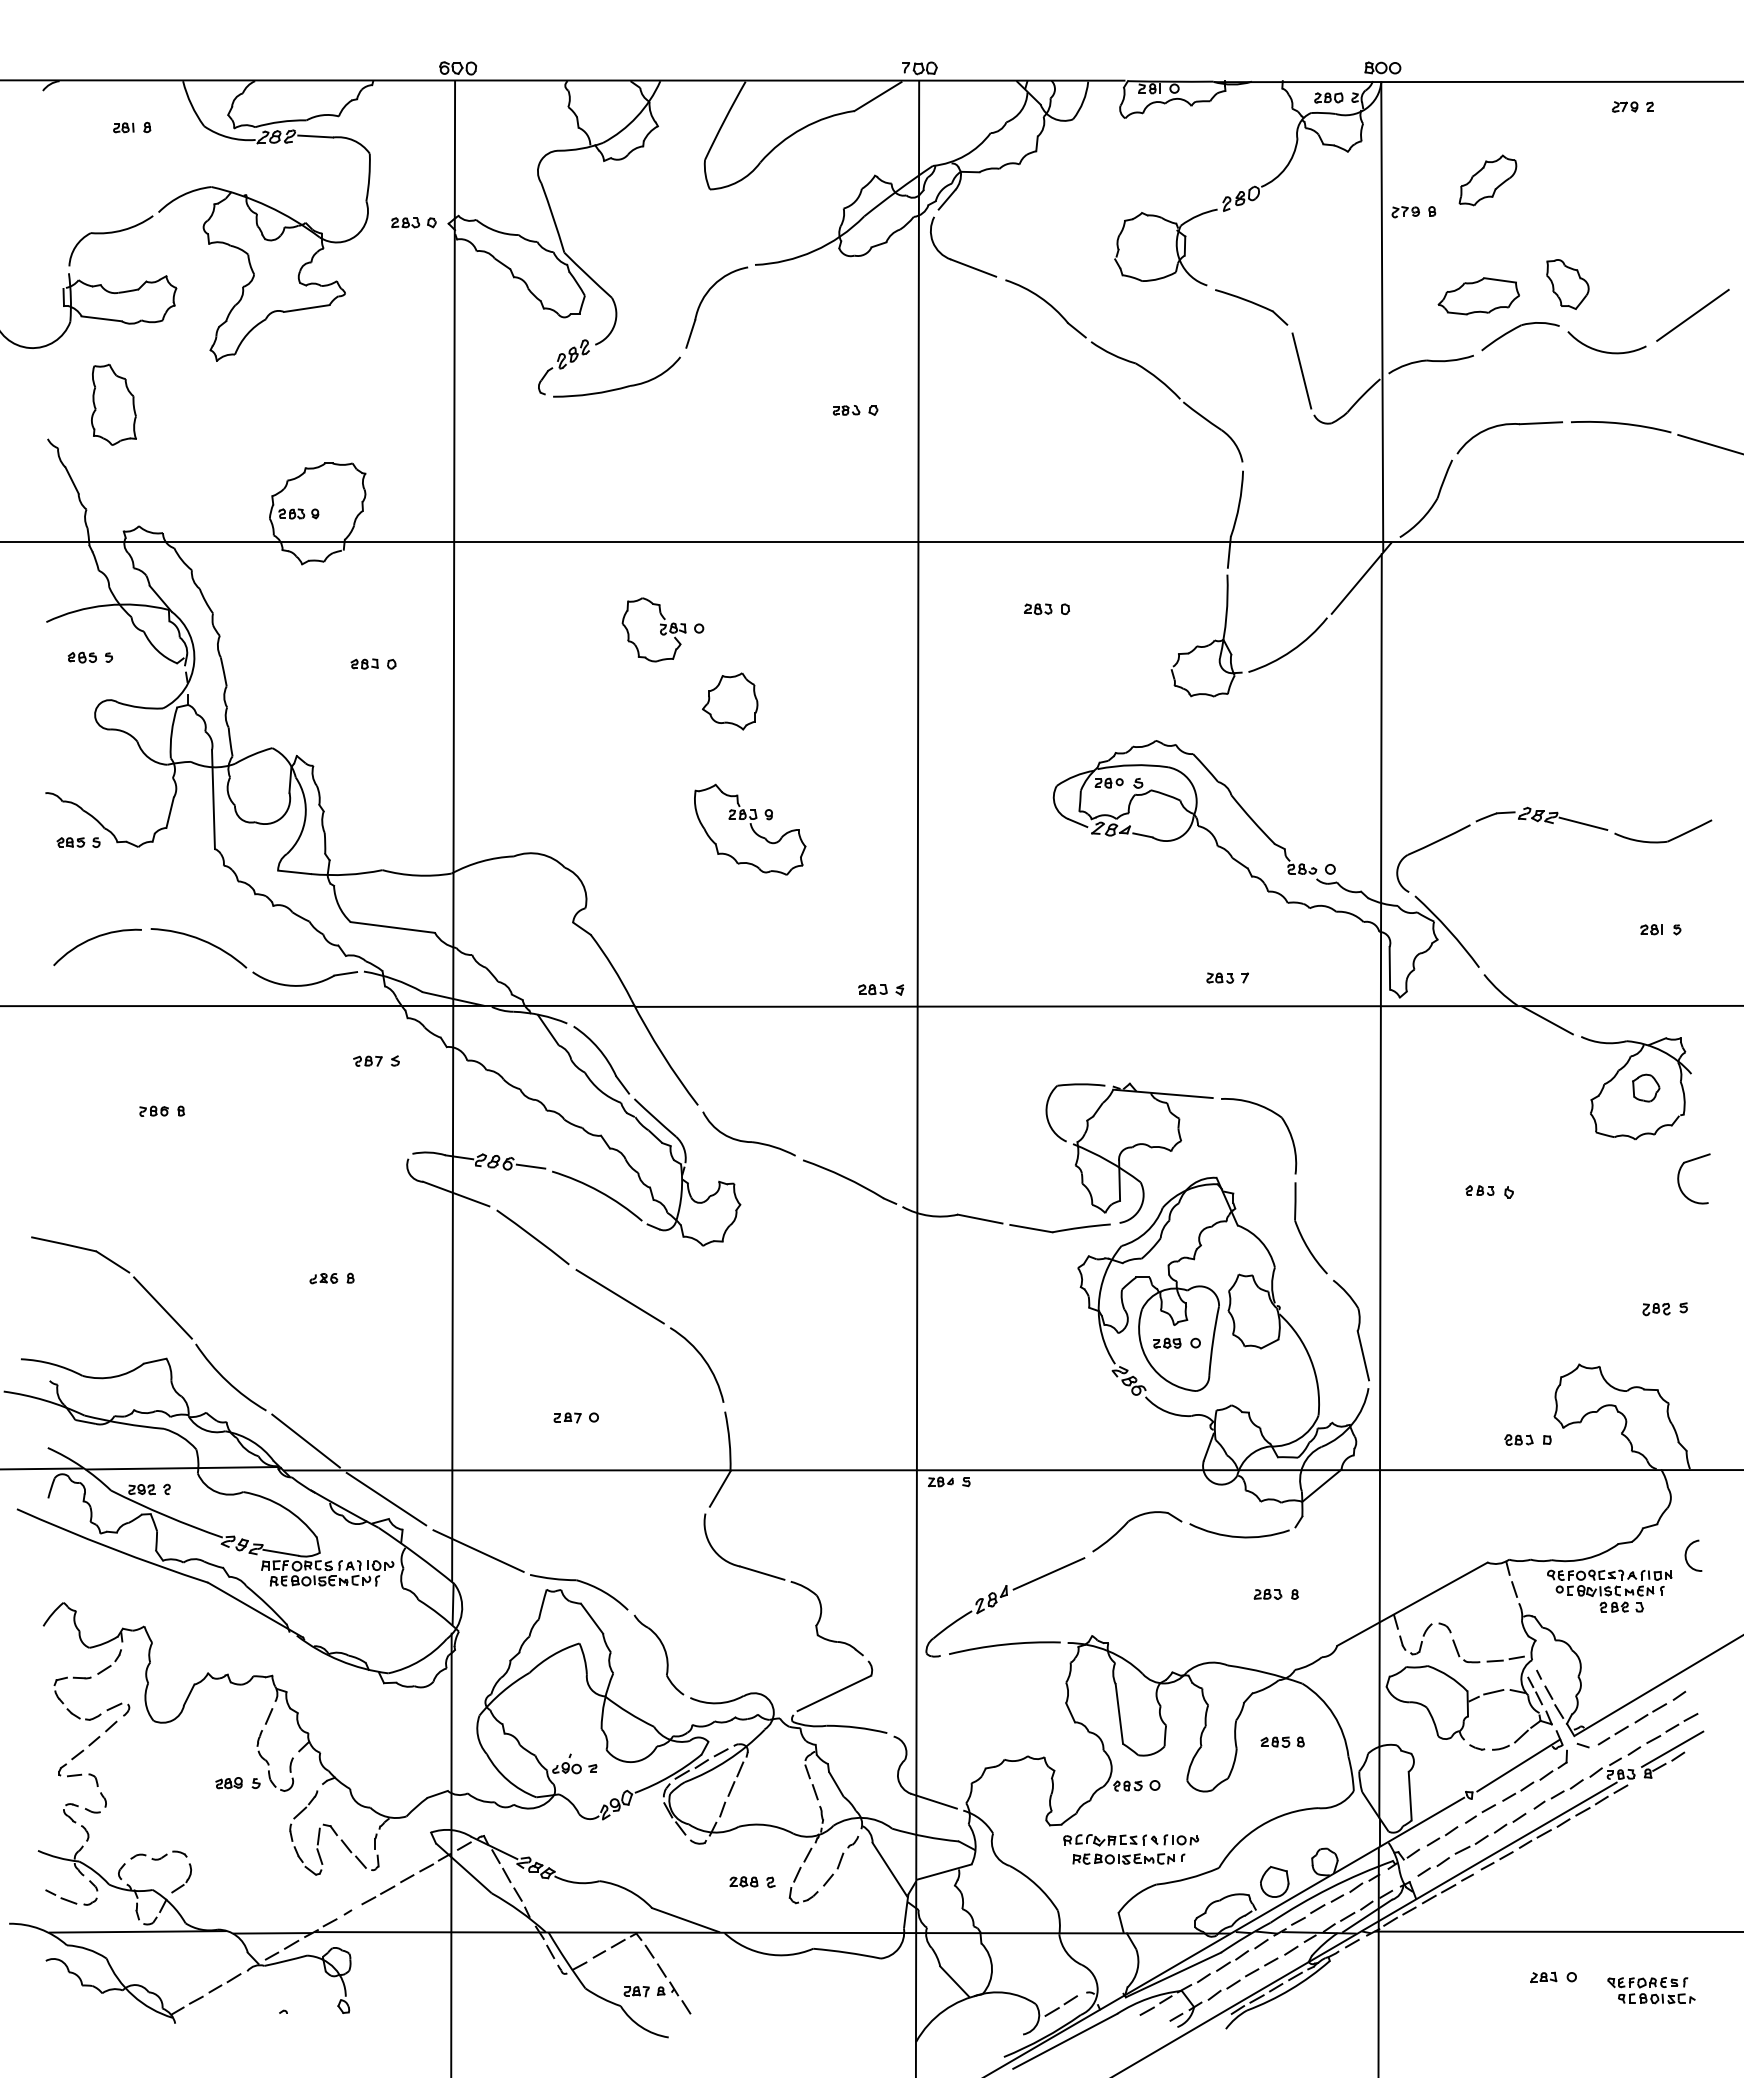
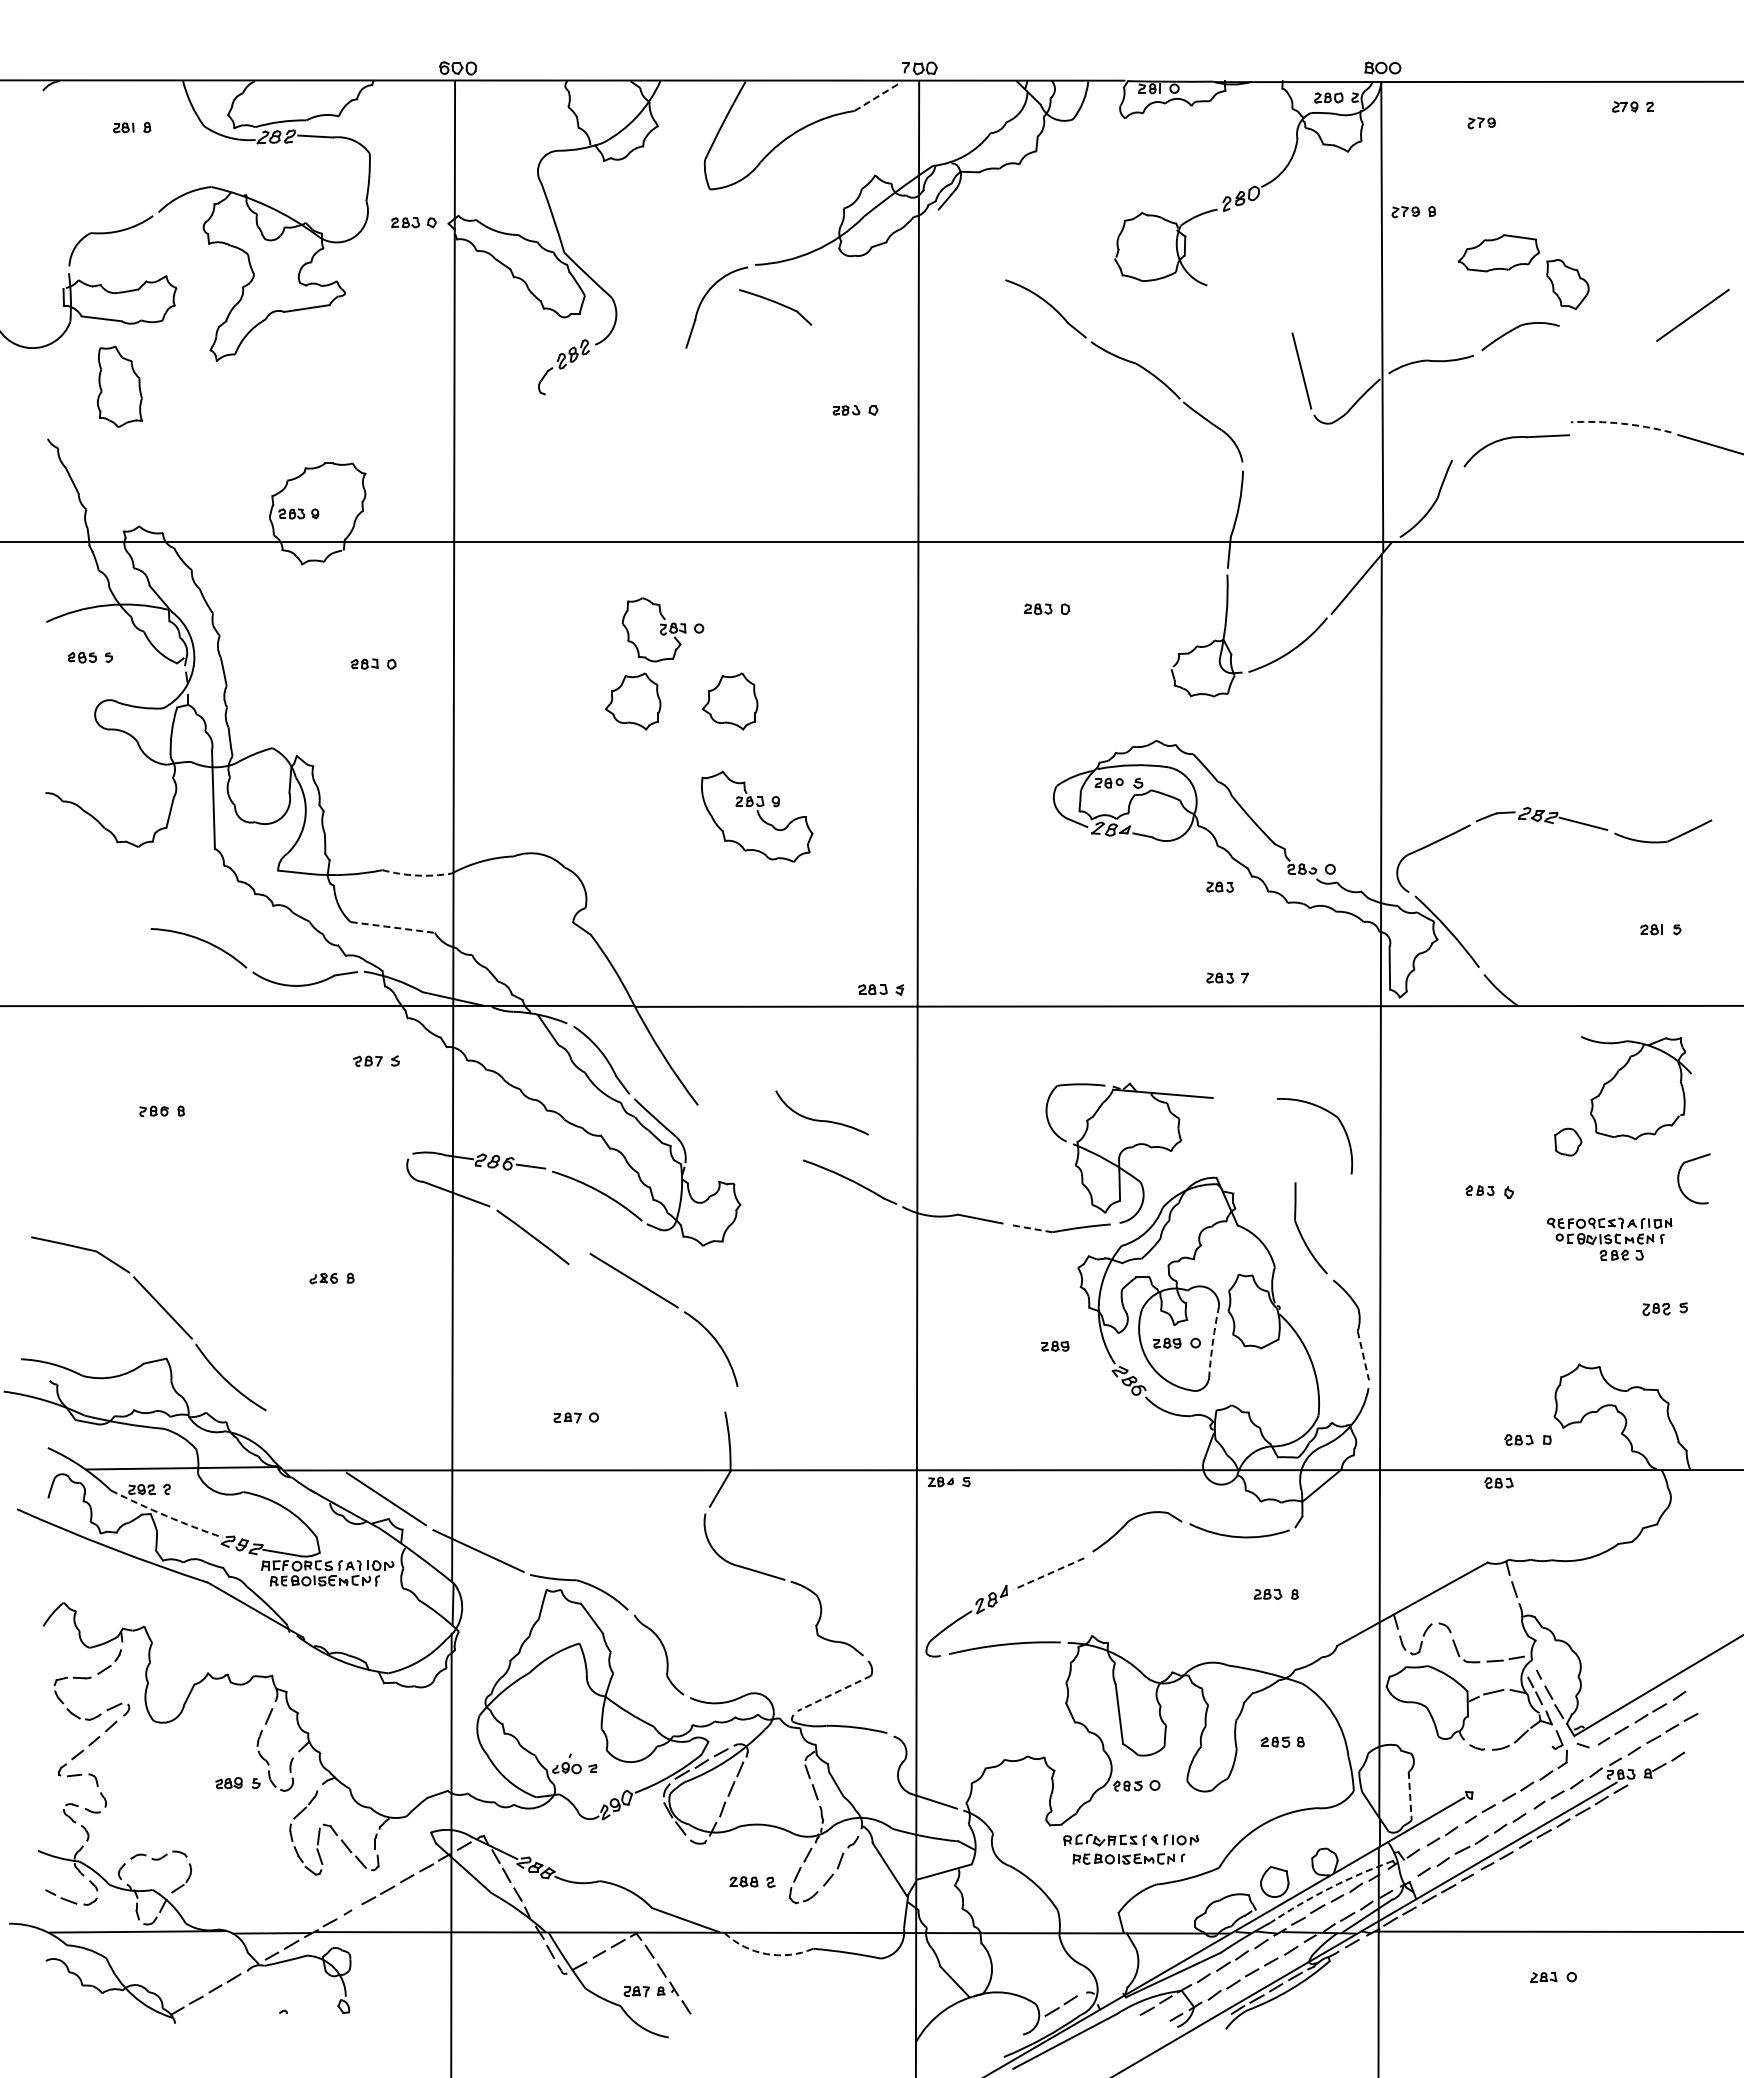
line at (878, 96): solid -> dashed
part at (1481, 123): none -> present
part at (1487, 180): present -> none
part at (959, 261): present -> none
part at (1478, 296) position: (1478, 296) -> (1498, 253)
part at (1251, 307) position: (1251, 307) -> (775, 307)
arc at (1602, 350): present -> none
part at (619, 387): present -> none
part at (113, 404) position: (113, 404) -> (119, 386)
arc at (1621, 423): solid -> dashed
part at (1509, 425) position: (1509, 425) -> (1516, 438)
part at (633, 701): none -> present
part at (750, 829) position: (750, 829) -> (757, 816)
part at (78, 842): present -> none
arc at (416, 875): solid -> dashed
part at (1220, 886): none -> present
line at (393, 927): solid -> dashed
arc at (93, 939): present -> none
line at (1546, 1020): present -> none
part at (1646, 1087) position: (1646, 1087) -> (1568, 1141)
part at (1273, 1113) position: (1273, 1113) -> (1329, 1113)
part at (746, 1140) position: (746, 1140) -> (819, 1119)
line at (1030, 1228): solid -> dashed
part at (656, 1320) position: (656, 1320) -> (670, 1304)
arc at (1213, 1340): solid -> dashed
part at (1055, 1345): none -> present
line at (1363, 1356): solid -> dashed
line at (305, 1440): present -> none
line at (42, 1468): present -> none
part at (1498, 1482): none -> present
arc at (166, 1515): solid -> dashed
arc at (1686, 1555): present -> none
line at (1049, 1573): solid -> dashed
part at (1609, 1590) position: (1609, 1590) -> (1609, 1238)
line at (834, 1693): solid -> dashed
line at (1672, 1748): present -> none
line at (1518, 1765): present -> none
line at (1410, 1796): solid -> dashed
arc at (1329, 1888): solid -> dashed
arc at (766, 1954): solid -> dashed
part at (1651, 1990): present -> none
